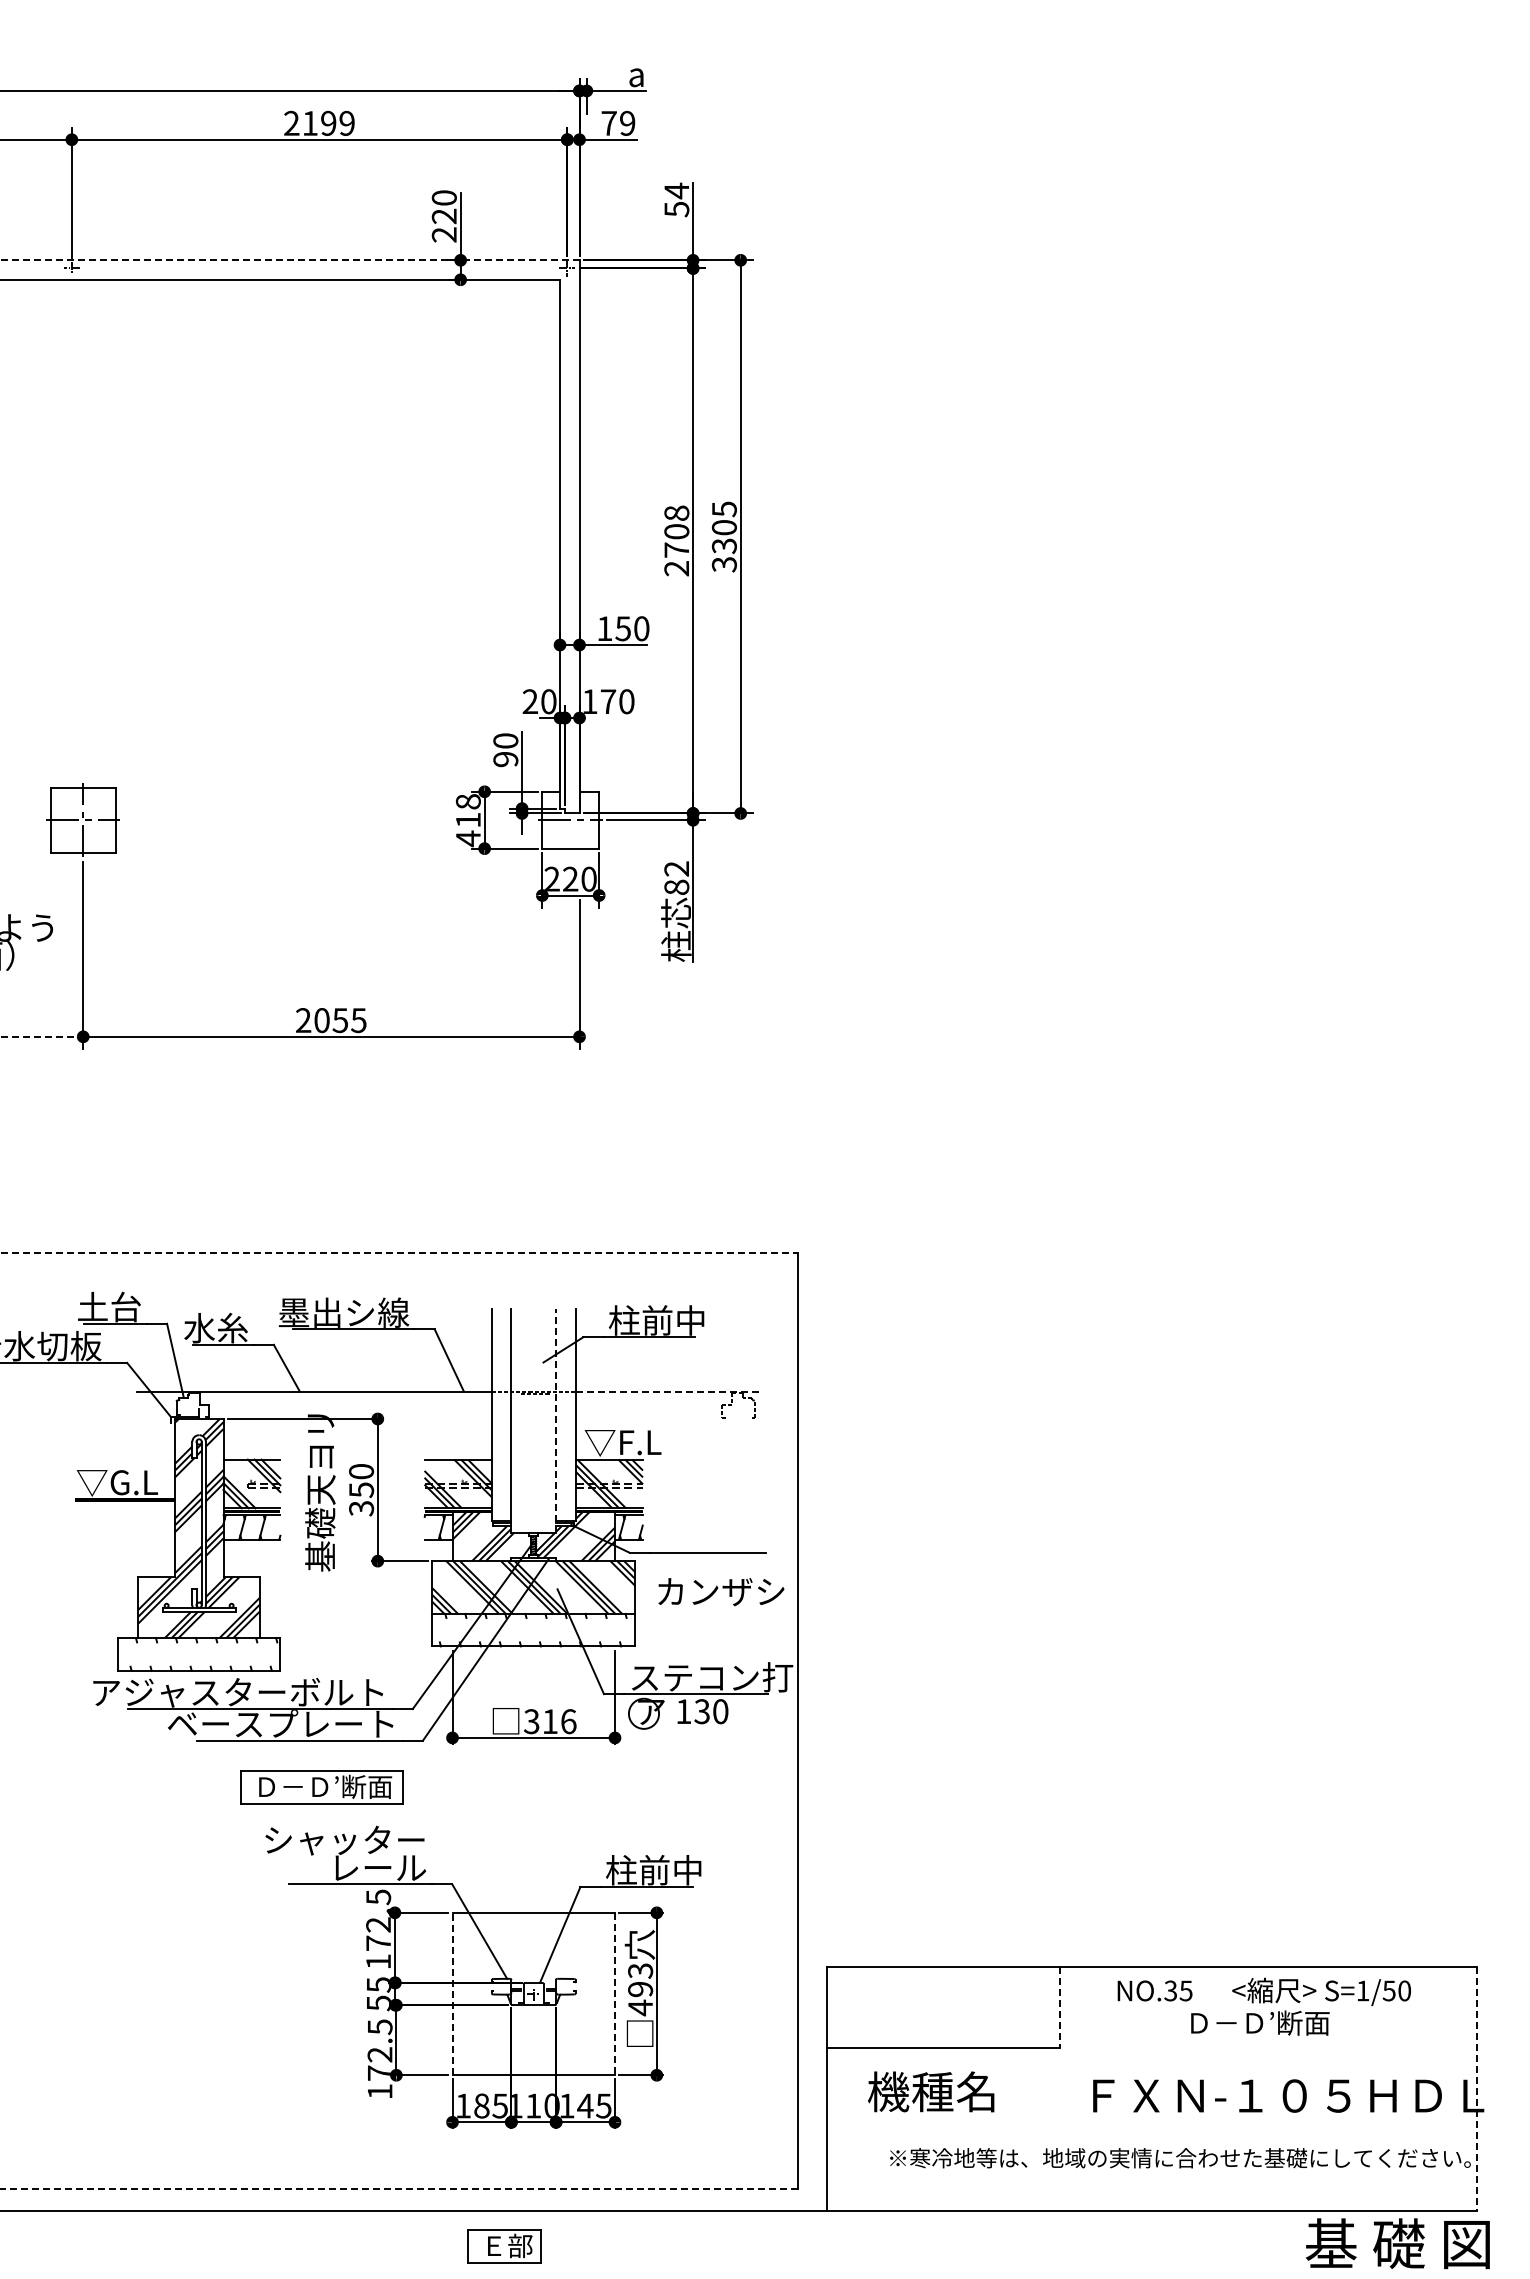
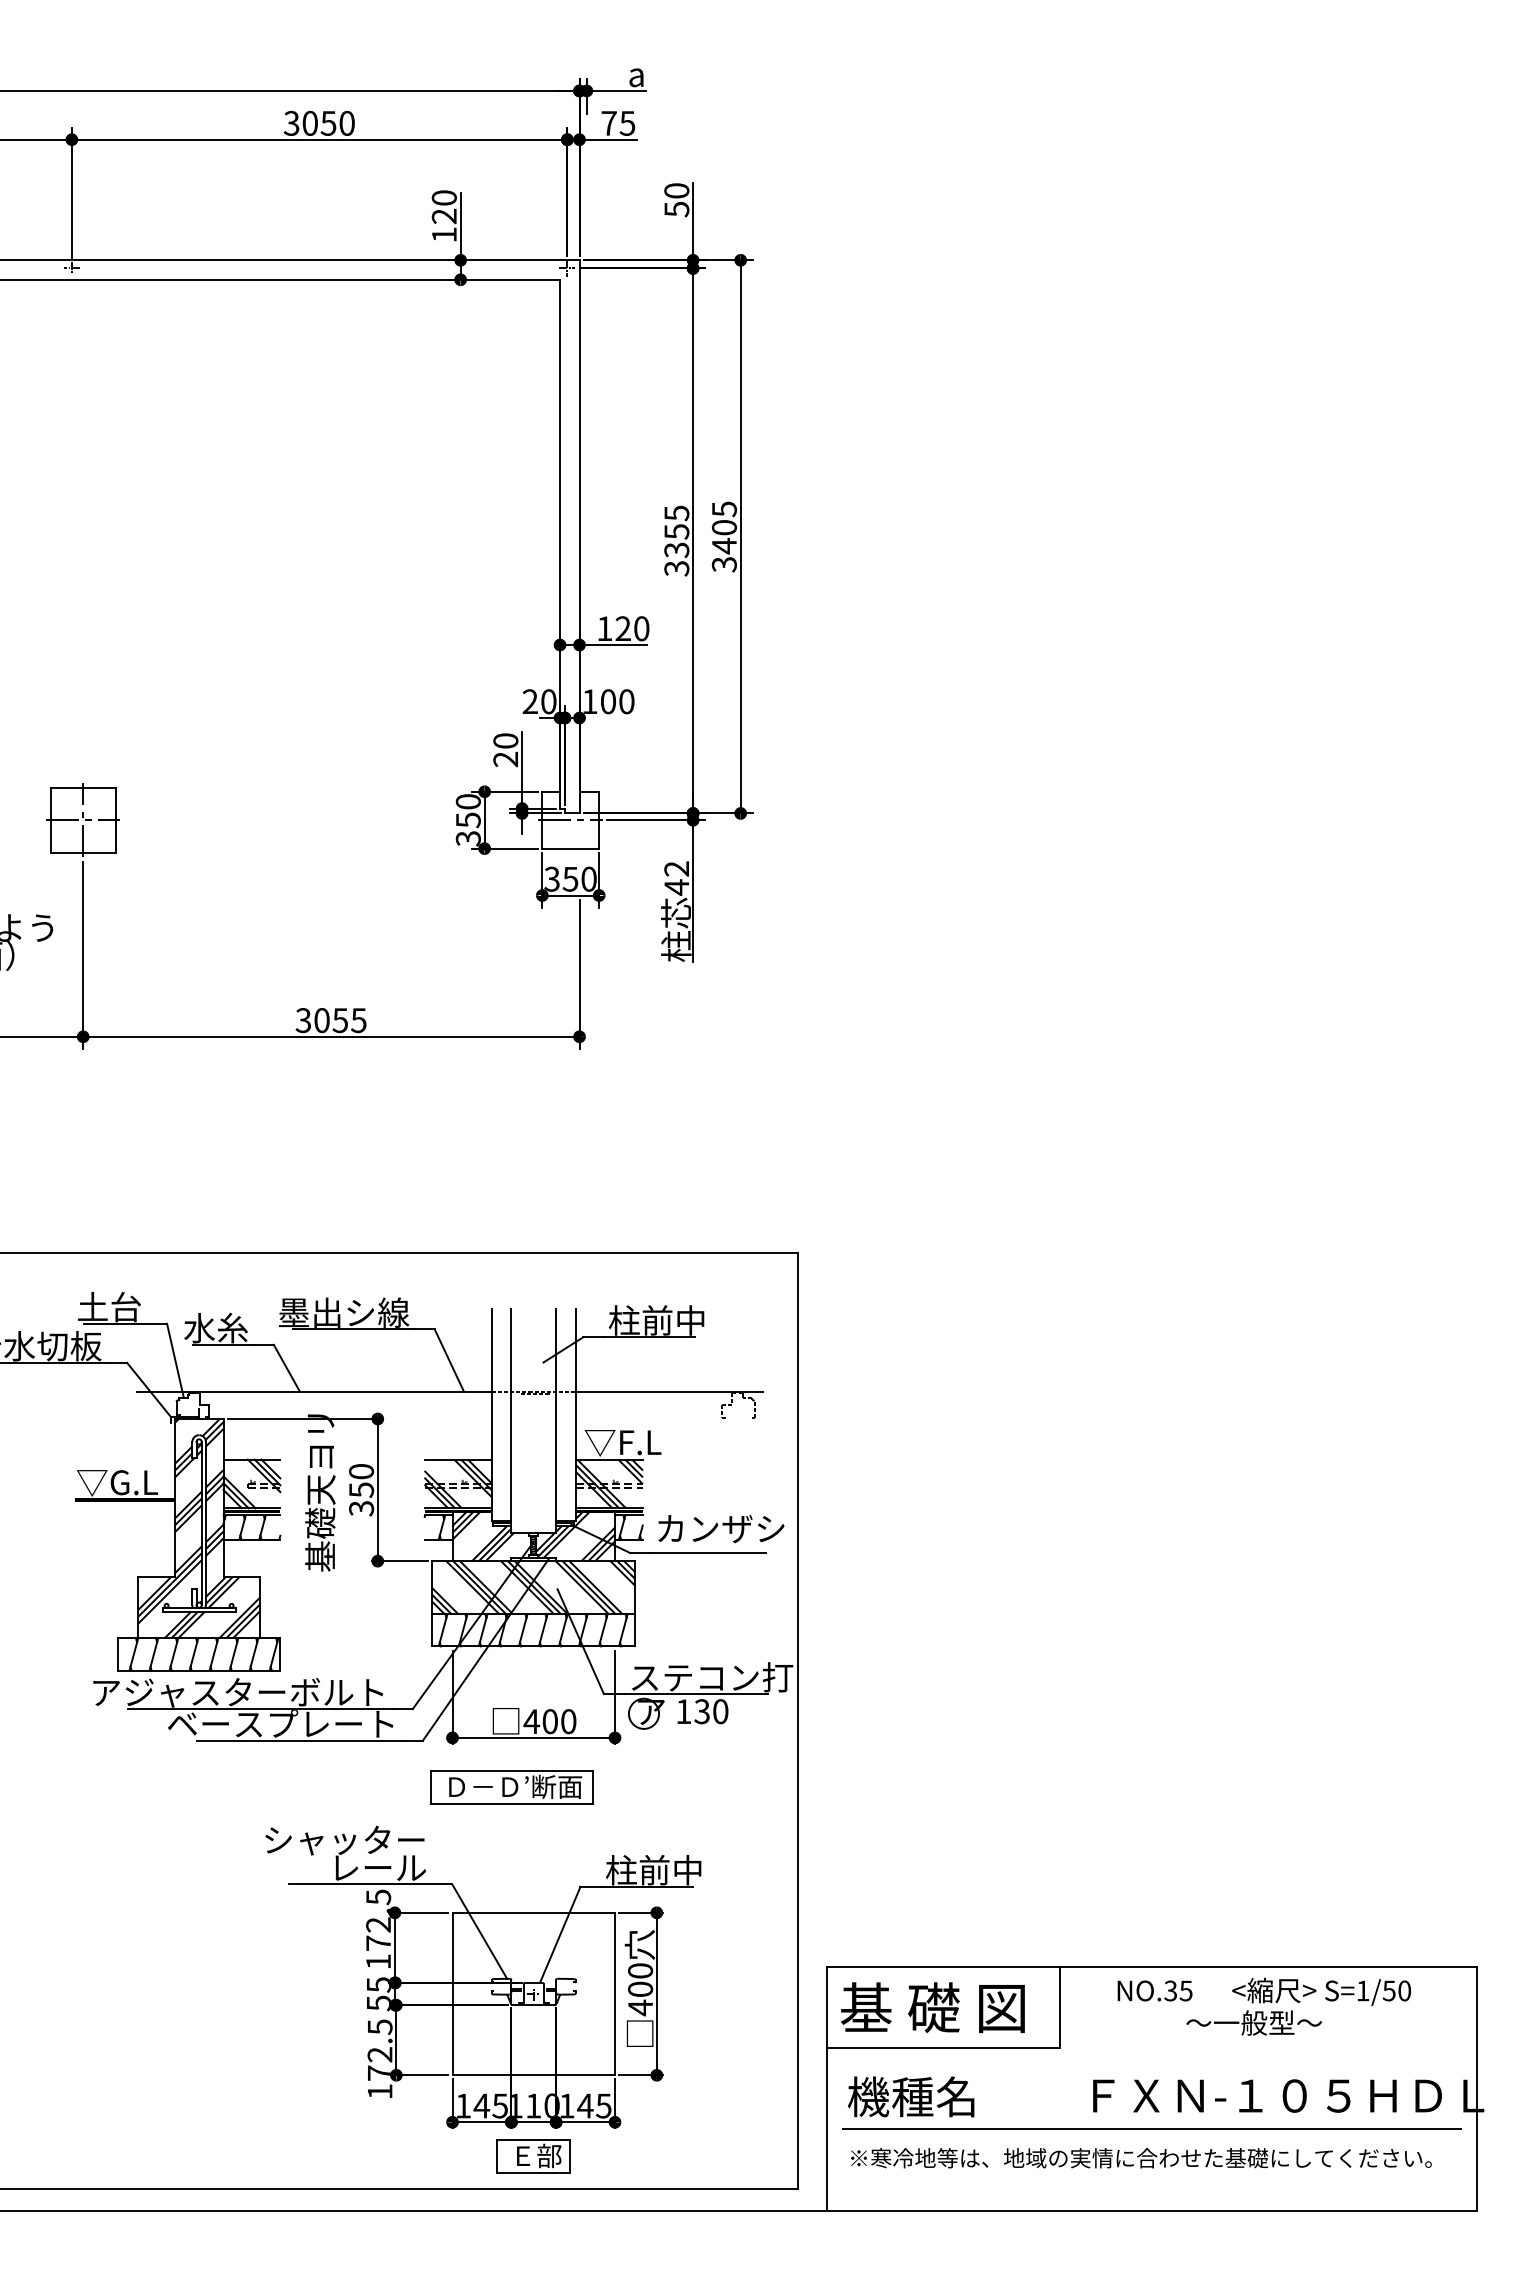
text at (318, 122): 2199 -> 3050
text at (627, 122): 79 -> 75
text at (676, 190): 54 -> 50
text at (443, 234): 220 -> 120
line at (289, 260): dashed -> solid
text at (676, 540): 2708 -> 3355
text at (723, 546): 3305 -> 3405
text at (622, 628): 150 -> 120
text at (608, 701): 170 -> 100
text at (505, 759): 90 -> 20
text at (467, 820): 418 -> 350
text at (561, 878): 220 -> 350
text at (676, 887): 82 -> 42
text at (303, 1020): 2055 -> 3055
line at (42, 1036): dashed -> solid
line at (399, 1253): dashed -> solid
line at (669, 1391): dashed -> solid
line at (556, 1420): dashed -> solid
text at (721, 1592) position: (721, 1592) -> (721, 1529)
hatch at (532, 1629): none -> present
hatch at (197, 1654): none -> present
text at (549, 1721): 316 -> 400
part at (321, 1787) position: (321, 1787) -> (511, 1787)
text at (640, 1980): 493 -> 400
line at (452, 1993): dashed -> solid
line at (614, 1994): dashed -> solid
line at (1059, 2007): dashed -> solid
text at (1257, 2022): Ｄ－Ｄ’断面 -> ～一般型～
line at (1477, 2088): dashed -> solid
text at (931, 2091) position: (931, 2091) -> (911, 2096)
text at (481, 2105): 185 -> 145
line at (1151, 2129): none -> present
text at (1180, 2158) position: (1180, 2158) -> (1141, 2158)
line at (398, 2188): dashed -> solid
text at (1397, 2243) position: (1397, 2243) -> (932, 2007)
part at (504, 2246) position: (504, 2246) -> (533, 2156)
